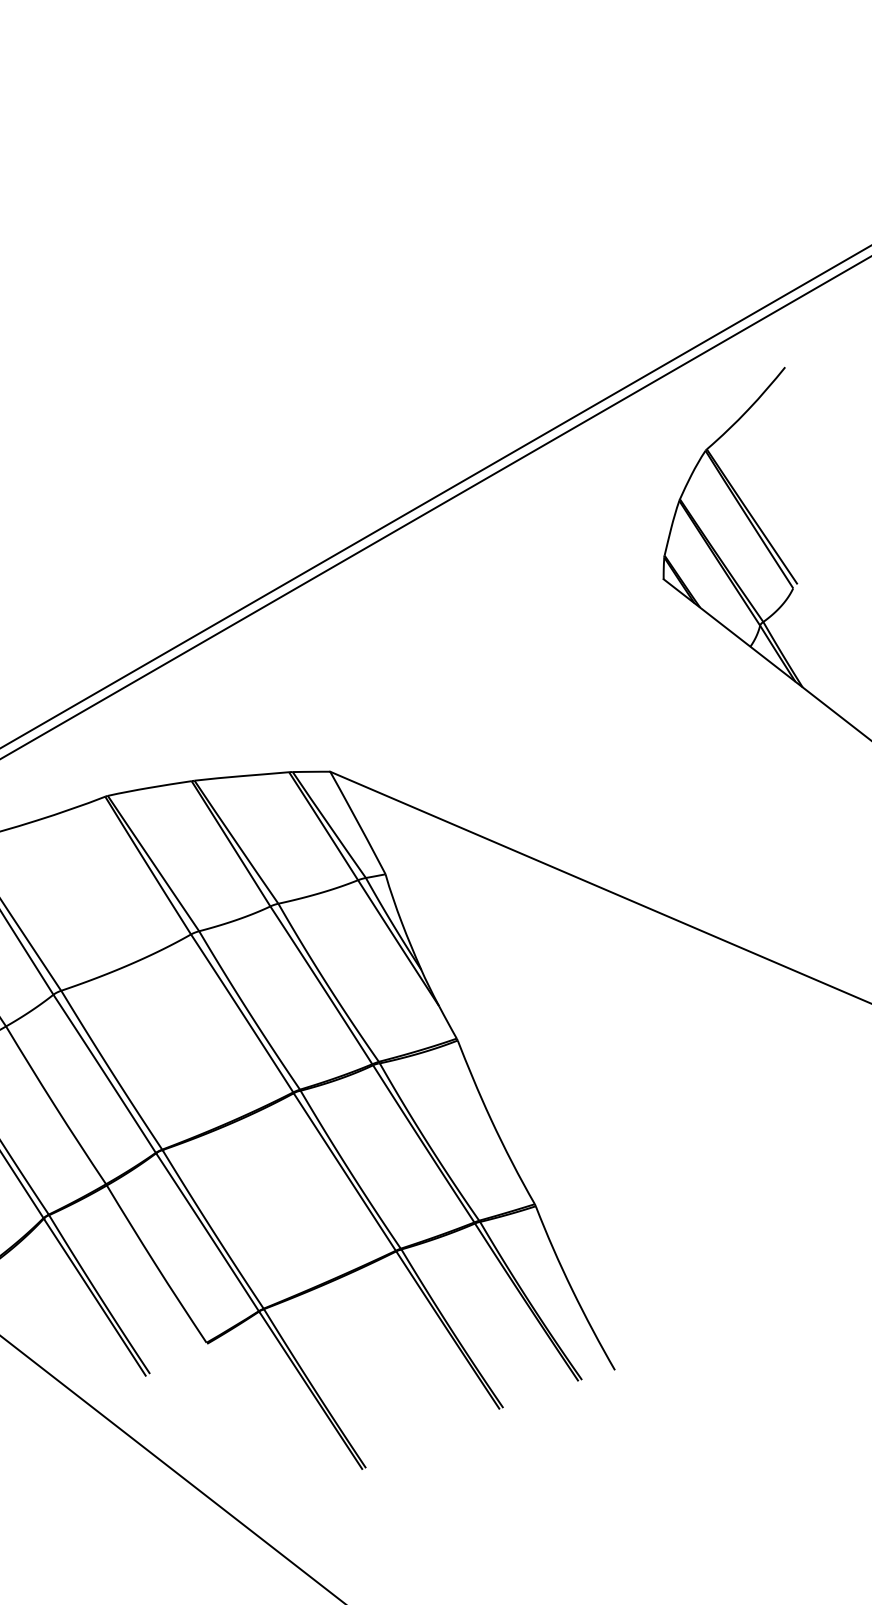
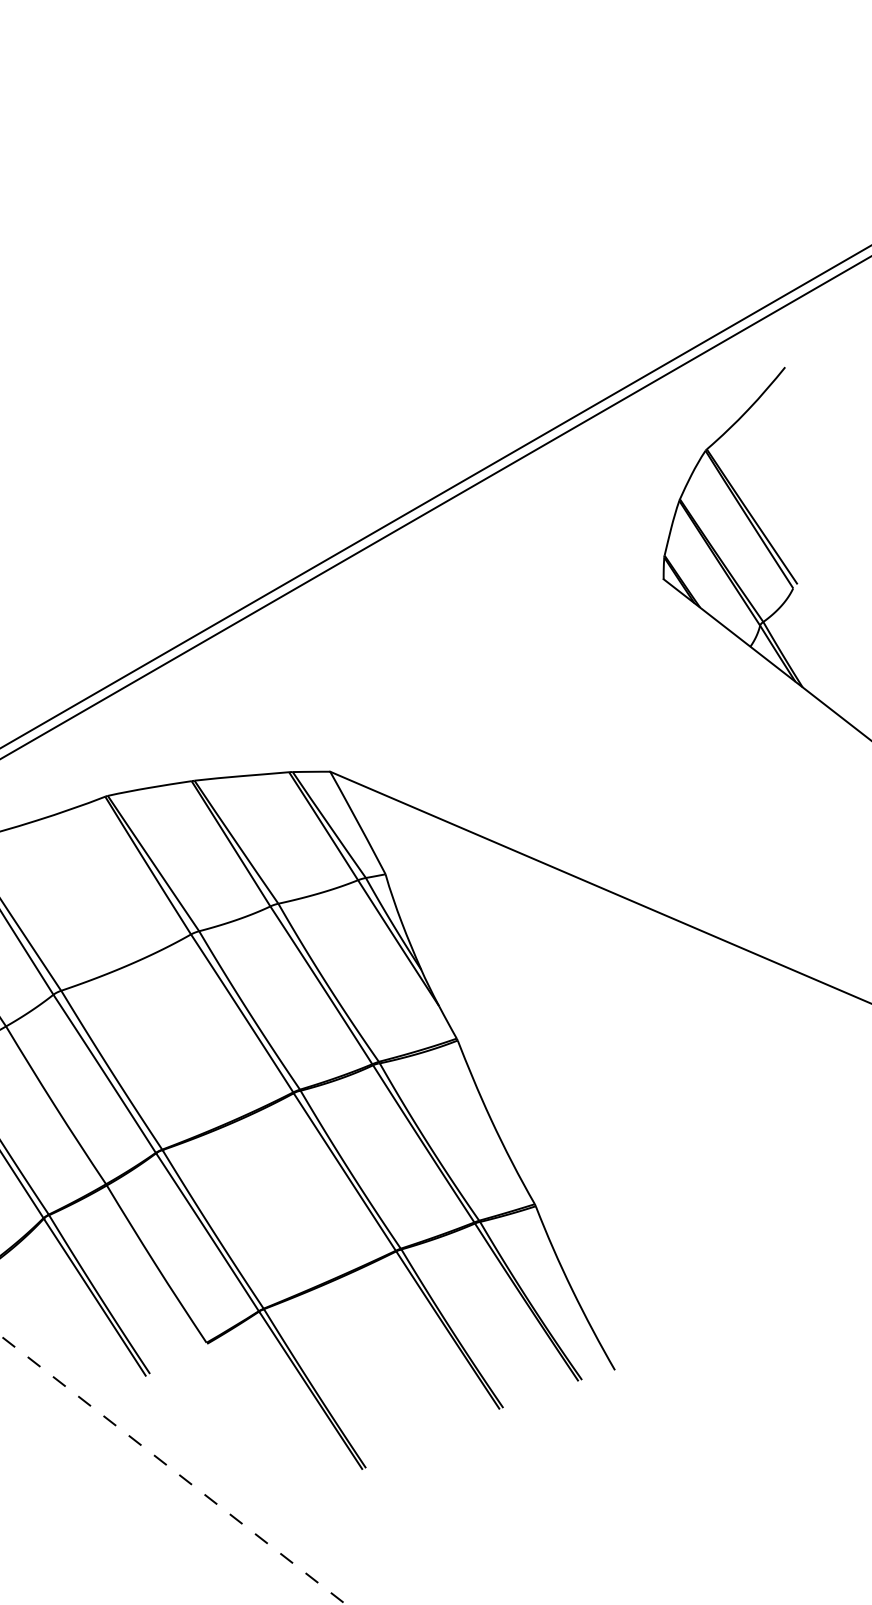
line at (173, 1470): solid -> dashed
